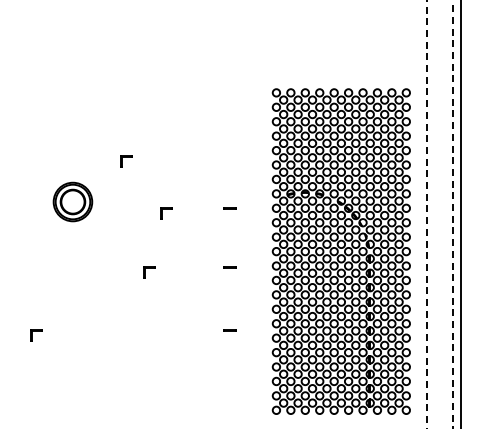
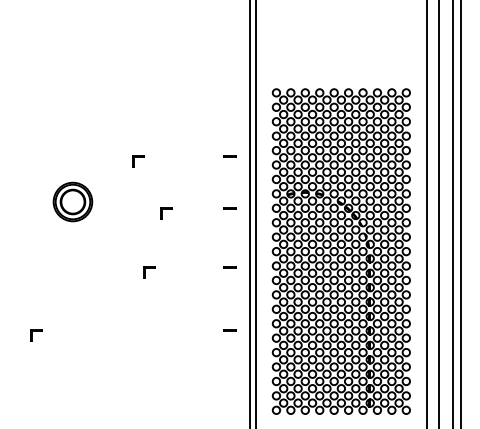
line at (229, 156): none -> present
part at (126, 161) position: (126, 161) -> (138, 161)
line at (250, 213): none -> present
line at (256, 213): none -> present
line at (438, 213): none -> present
line at (426, 214): dashed -> solid
line at (453, 214): dashed -> solid
